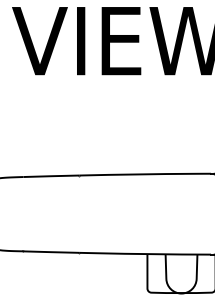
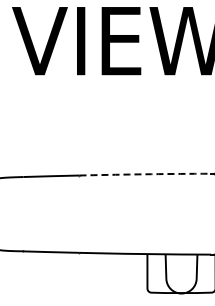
line at (148, 174): solid -> dashed
